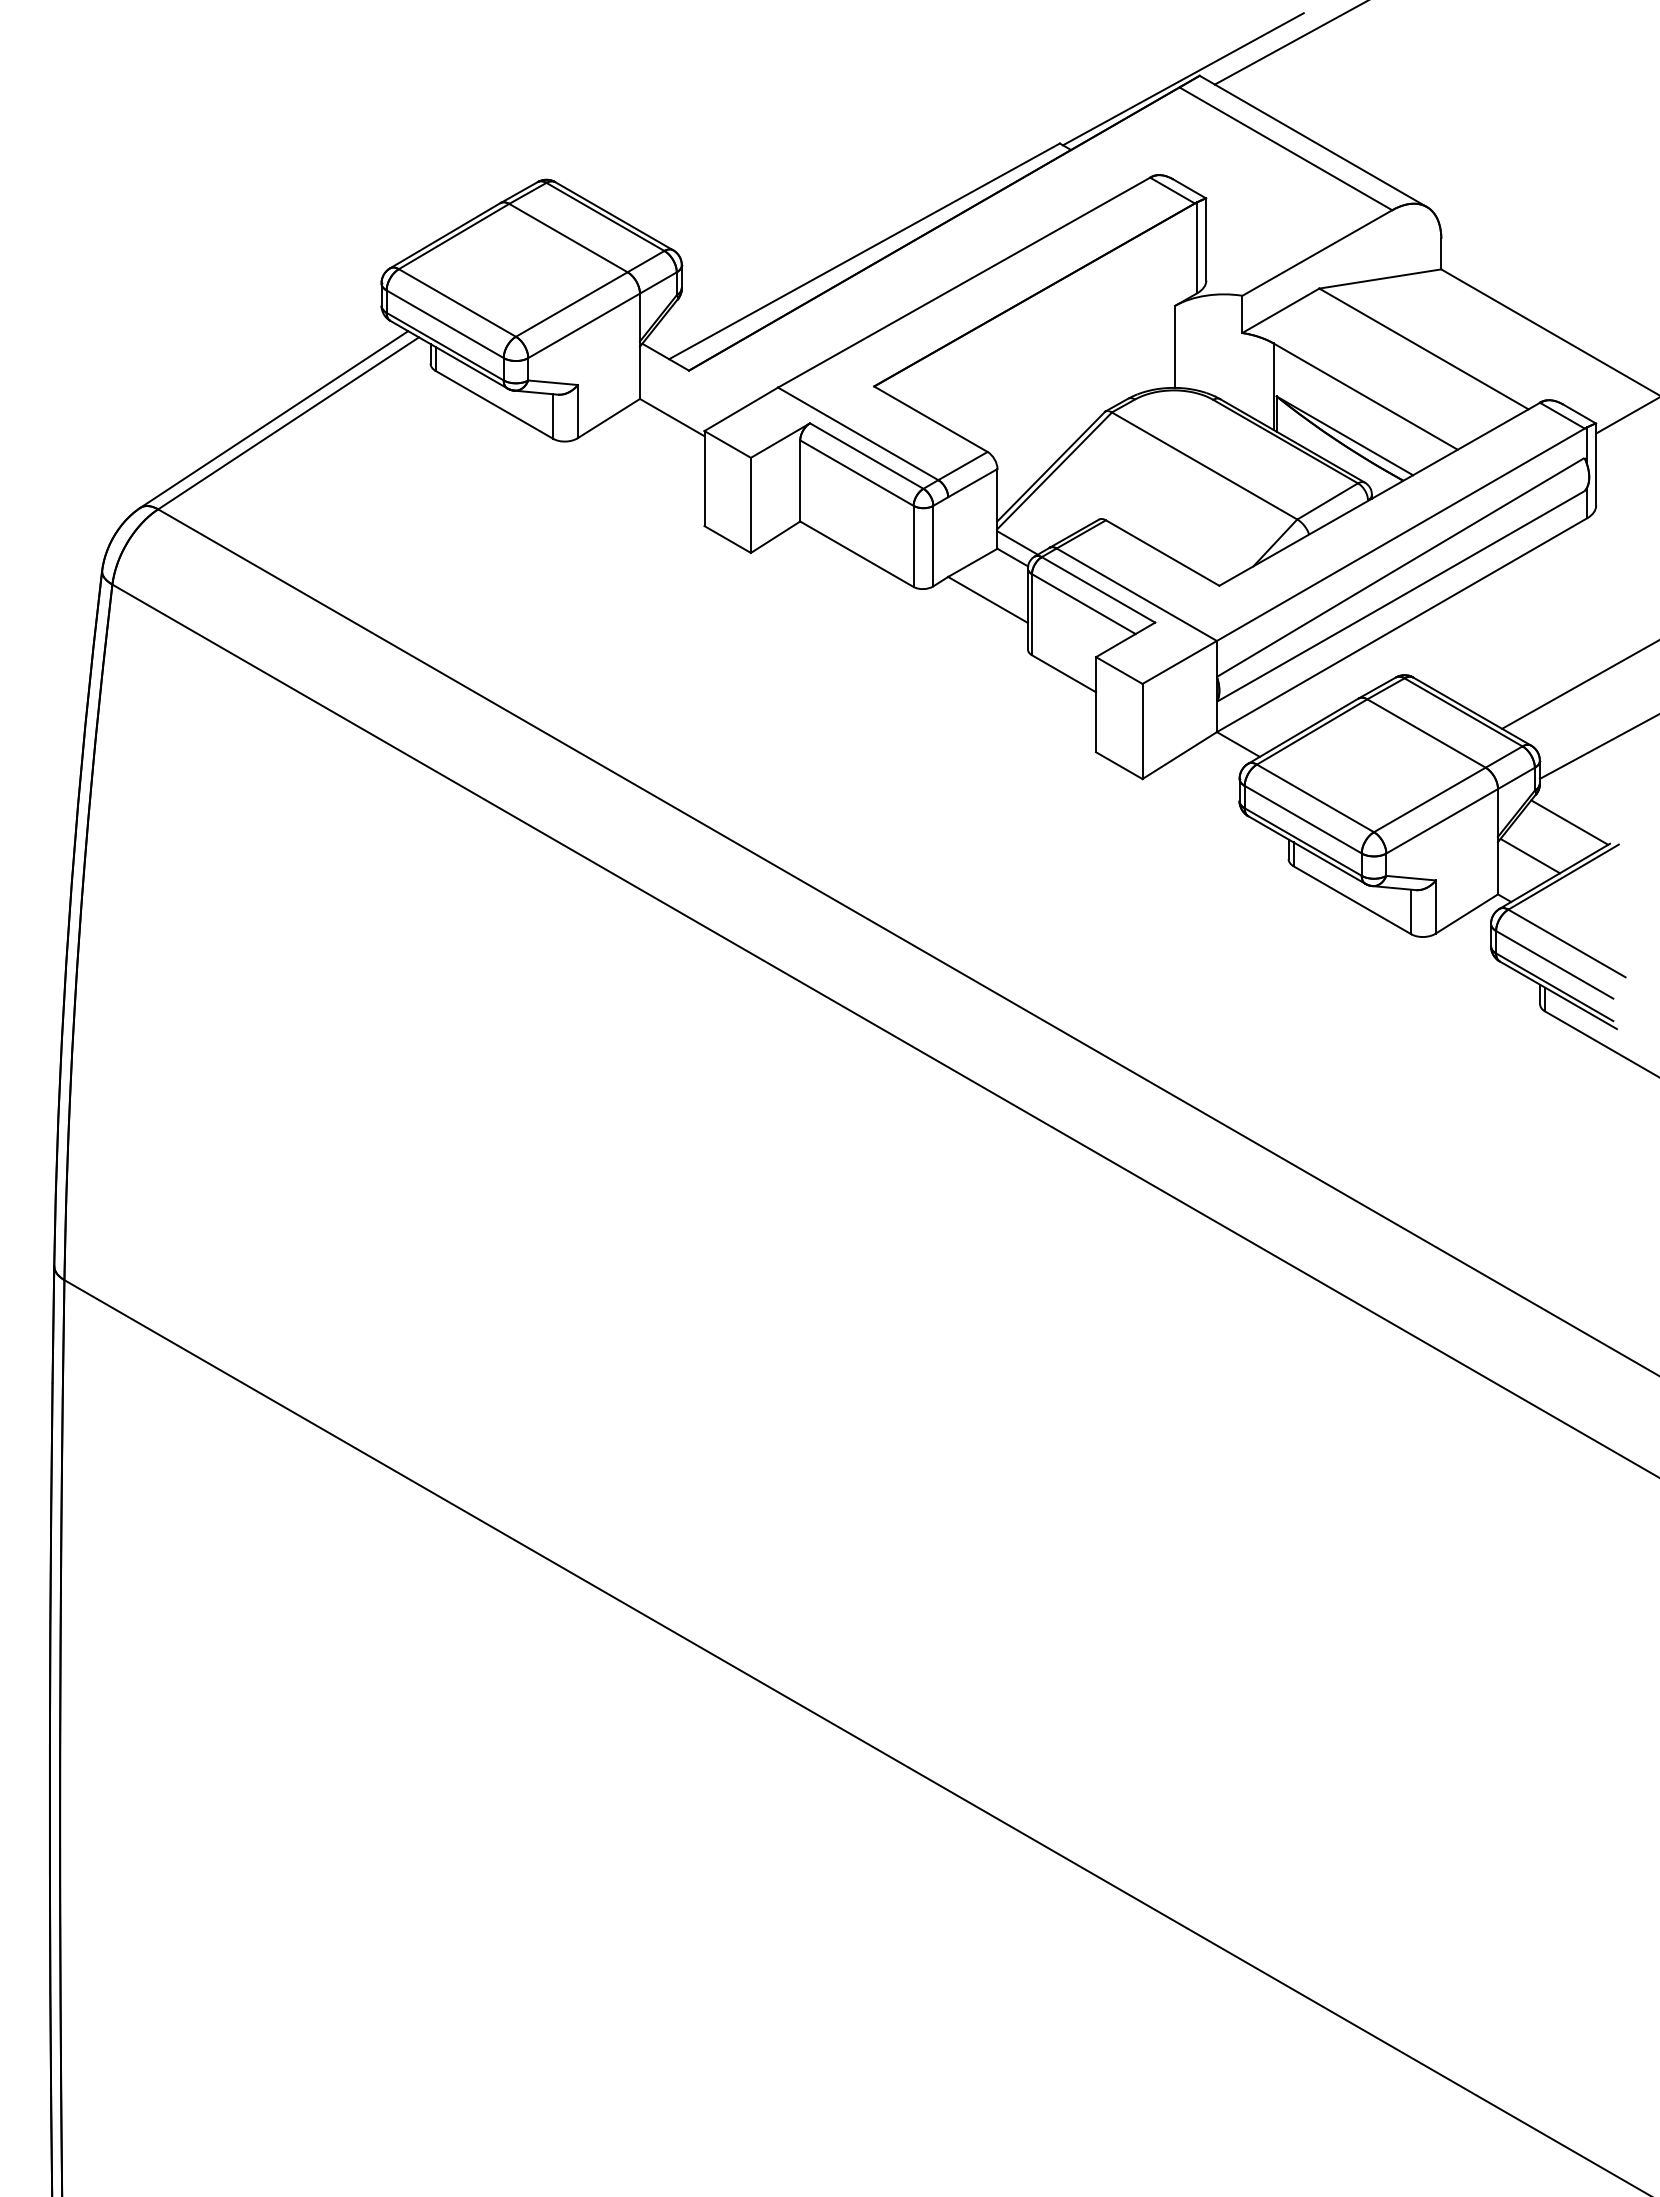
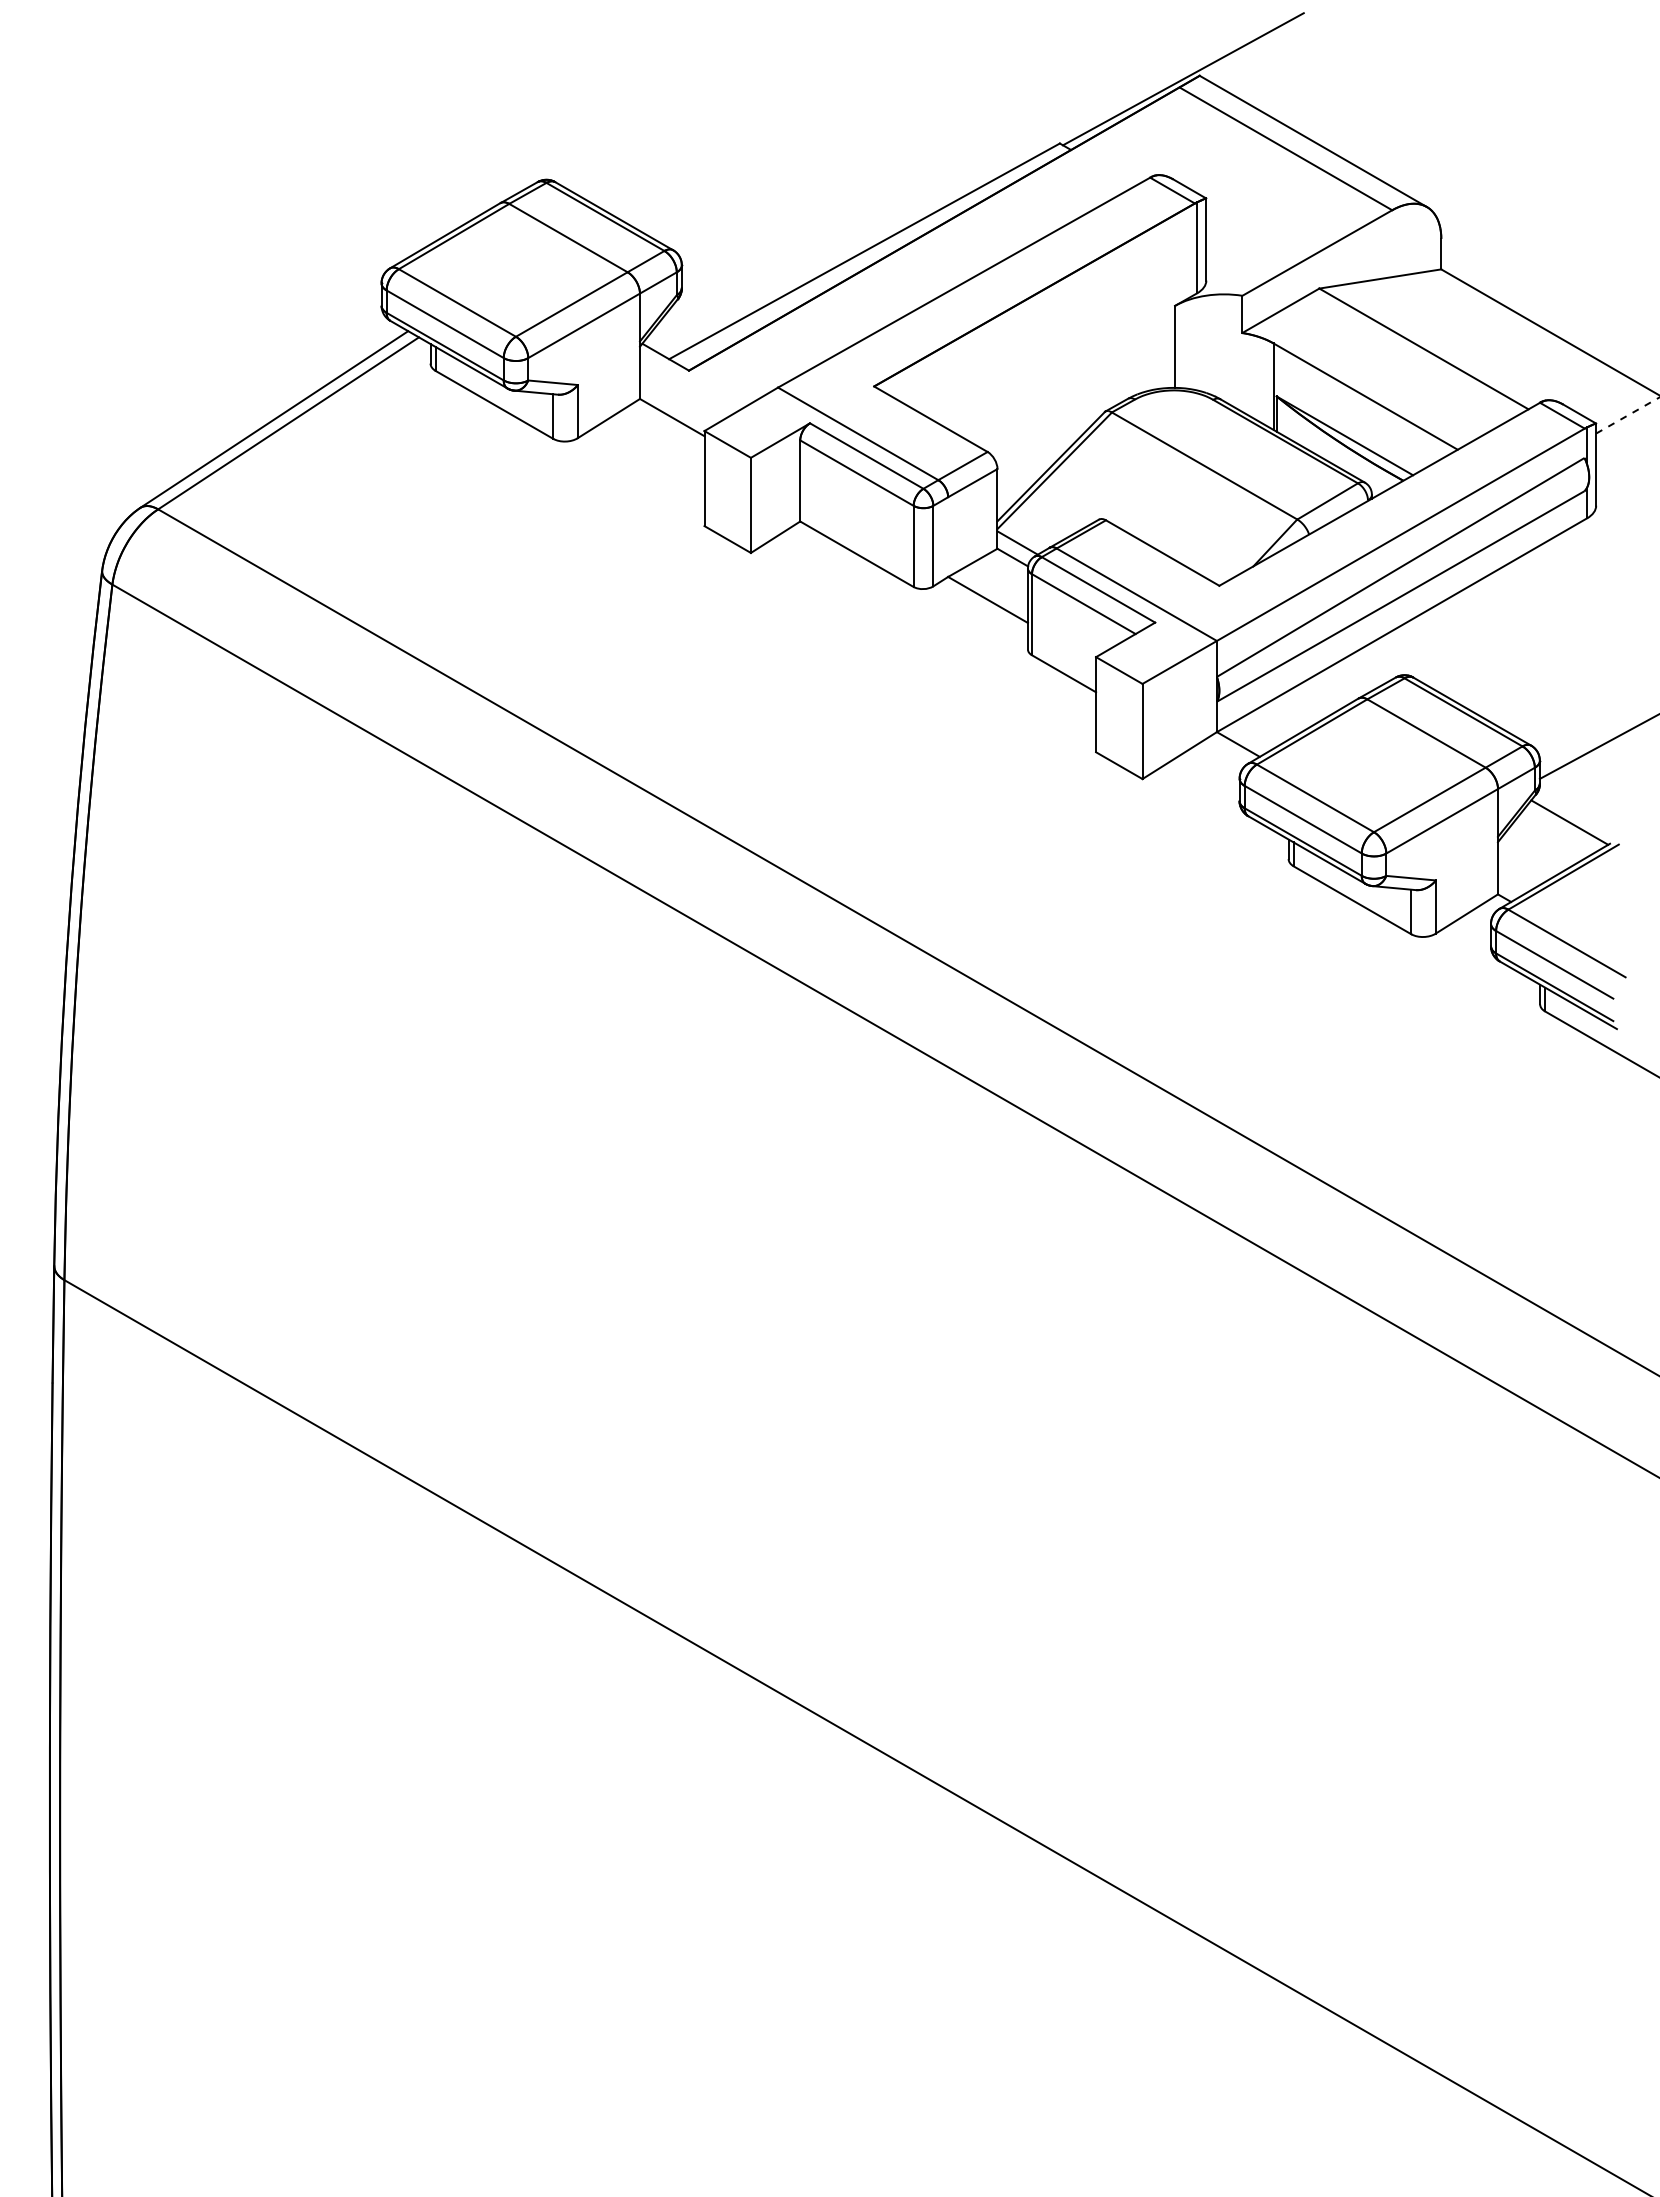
line at (1289, 43): present -> none
line at (1628, 415): solid -> dashed
line at (1579, 684): present -> none
line at (1529, 855): present -> none
